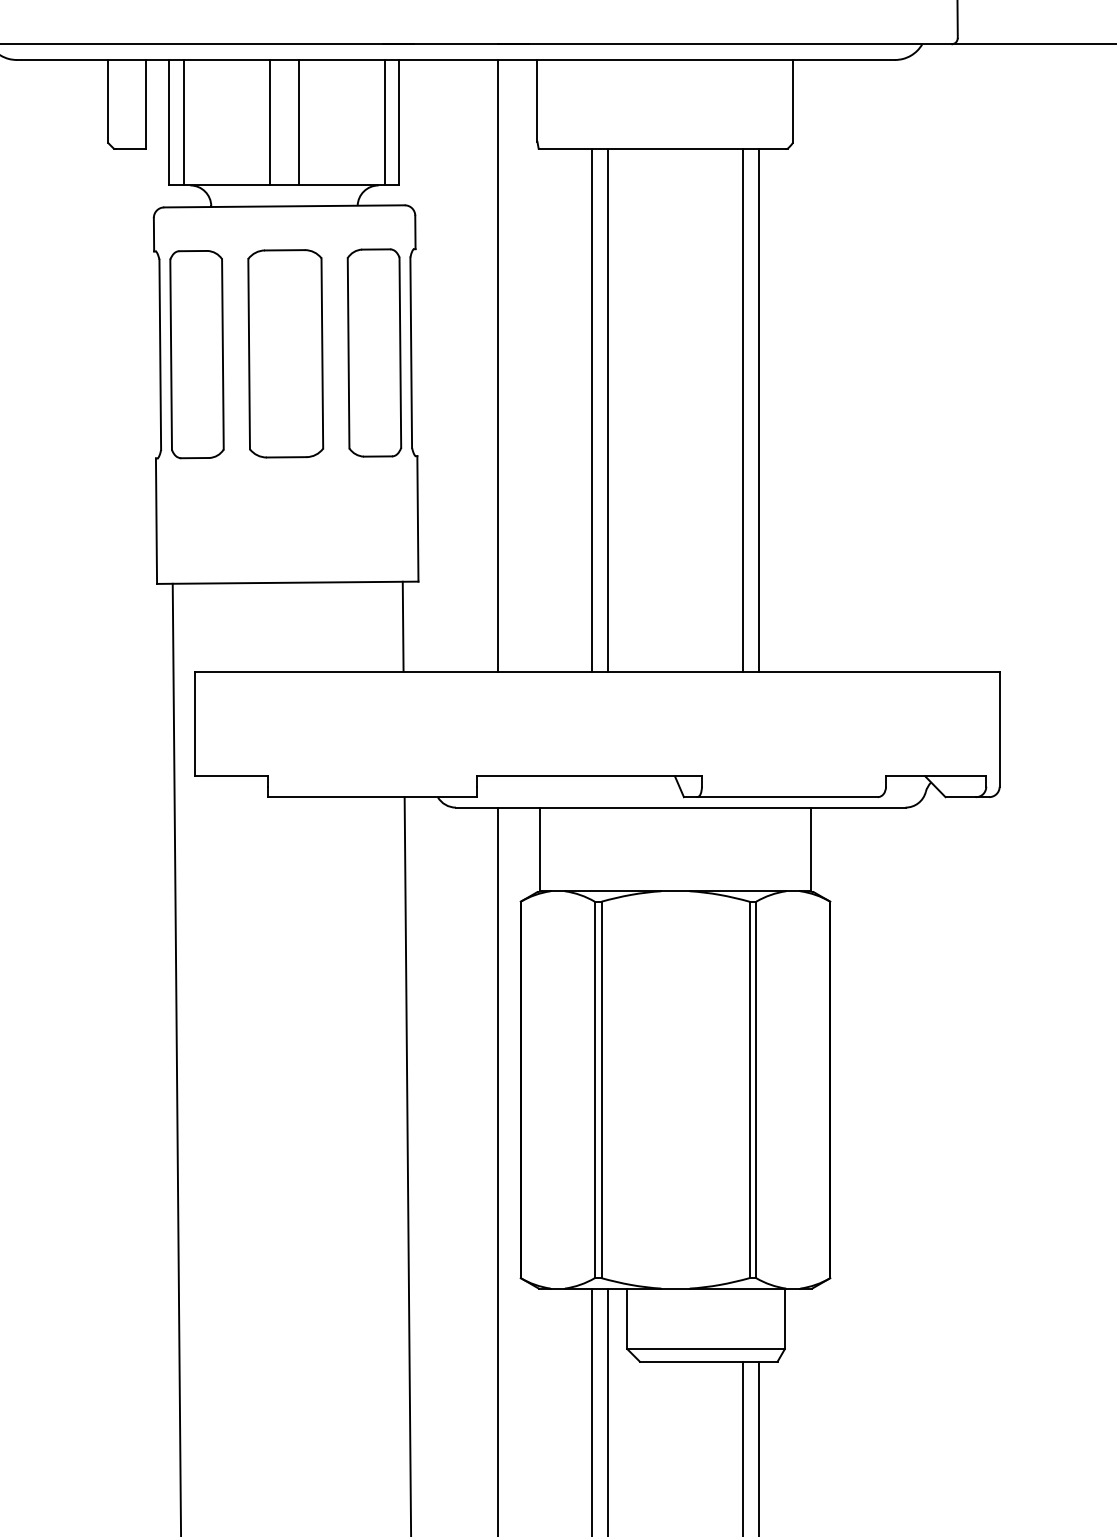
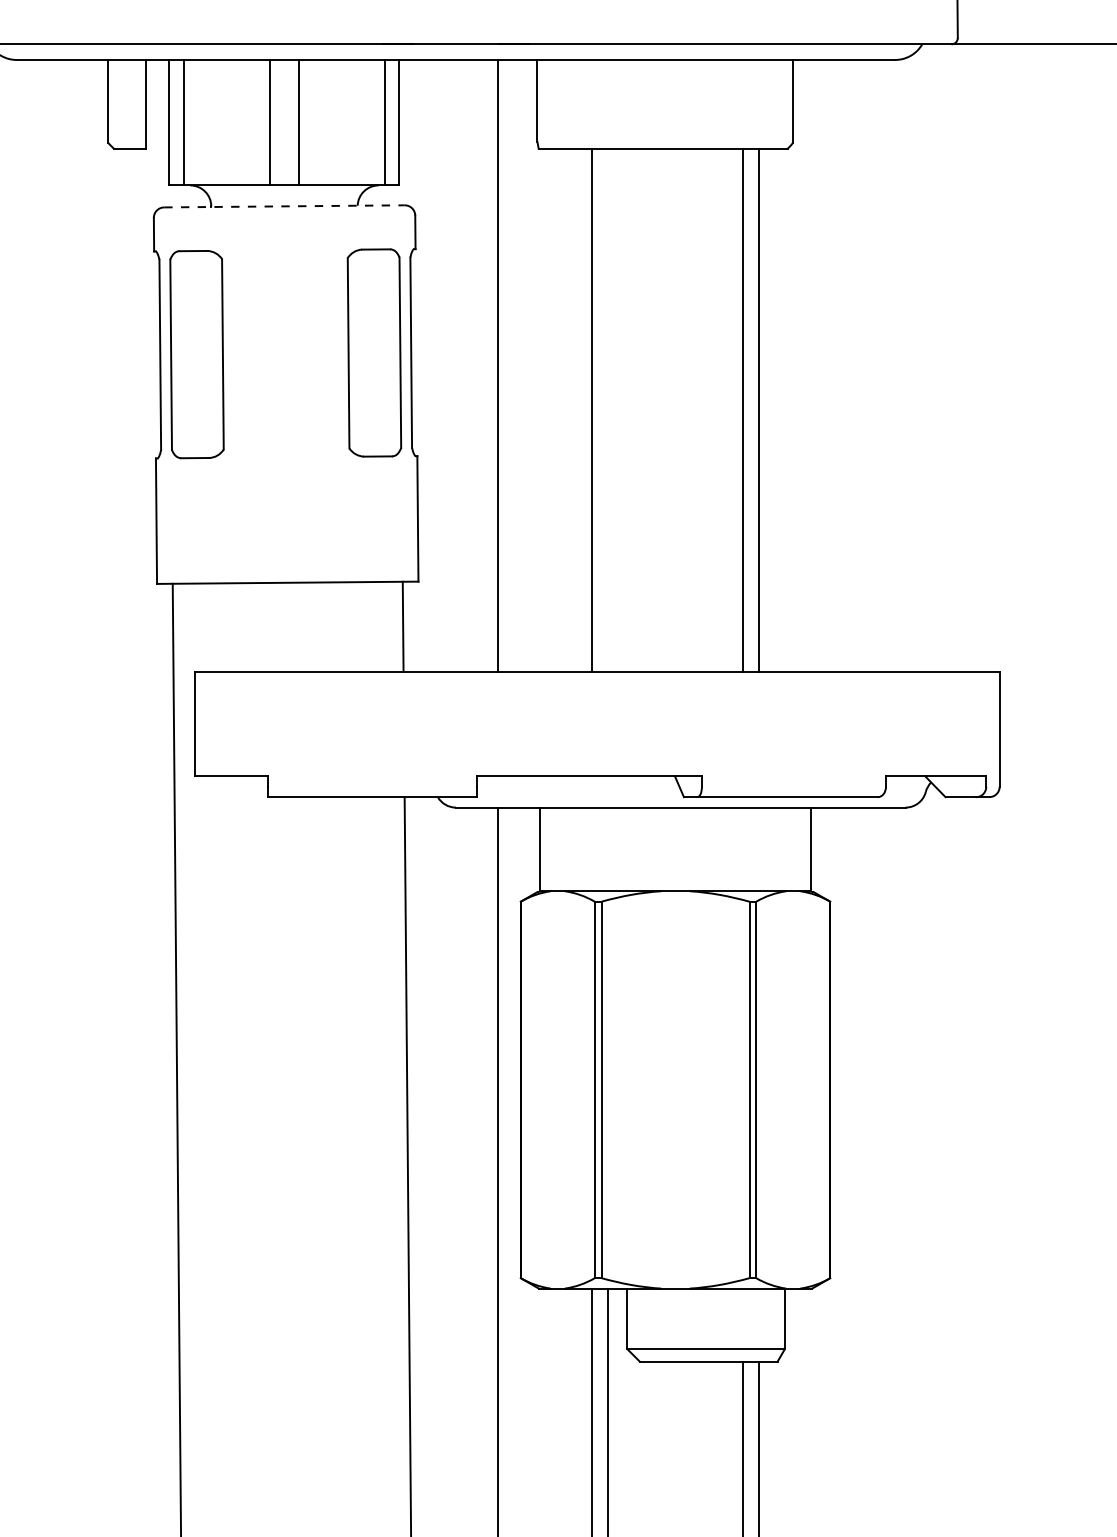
line at (284, 206): solid -> dashed
part at (285, 353): present -> none
line at (607, 409): present -> none
